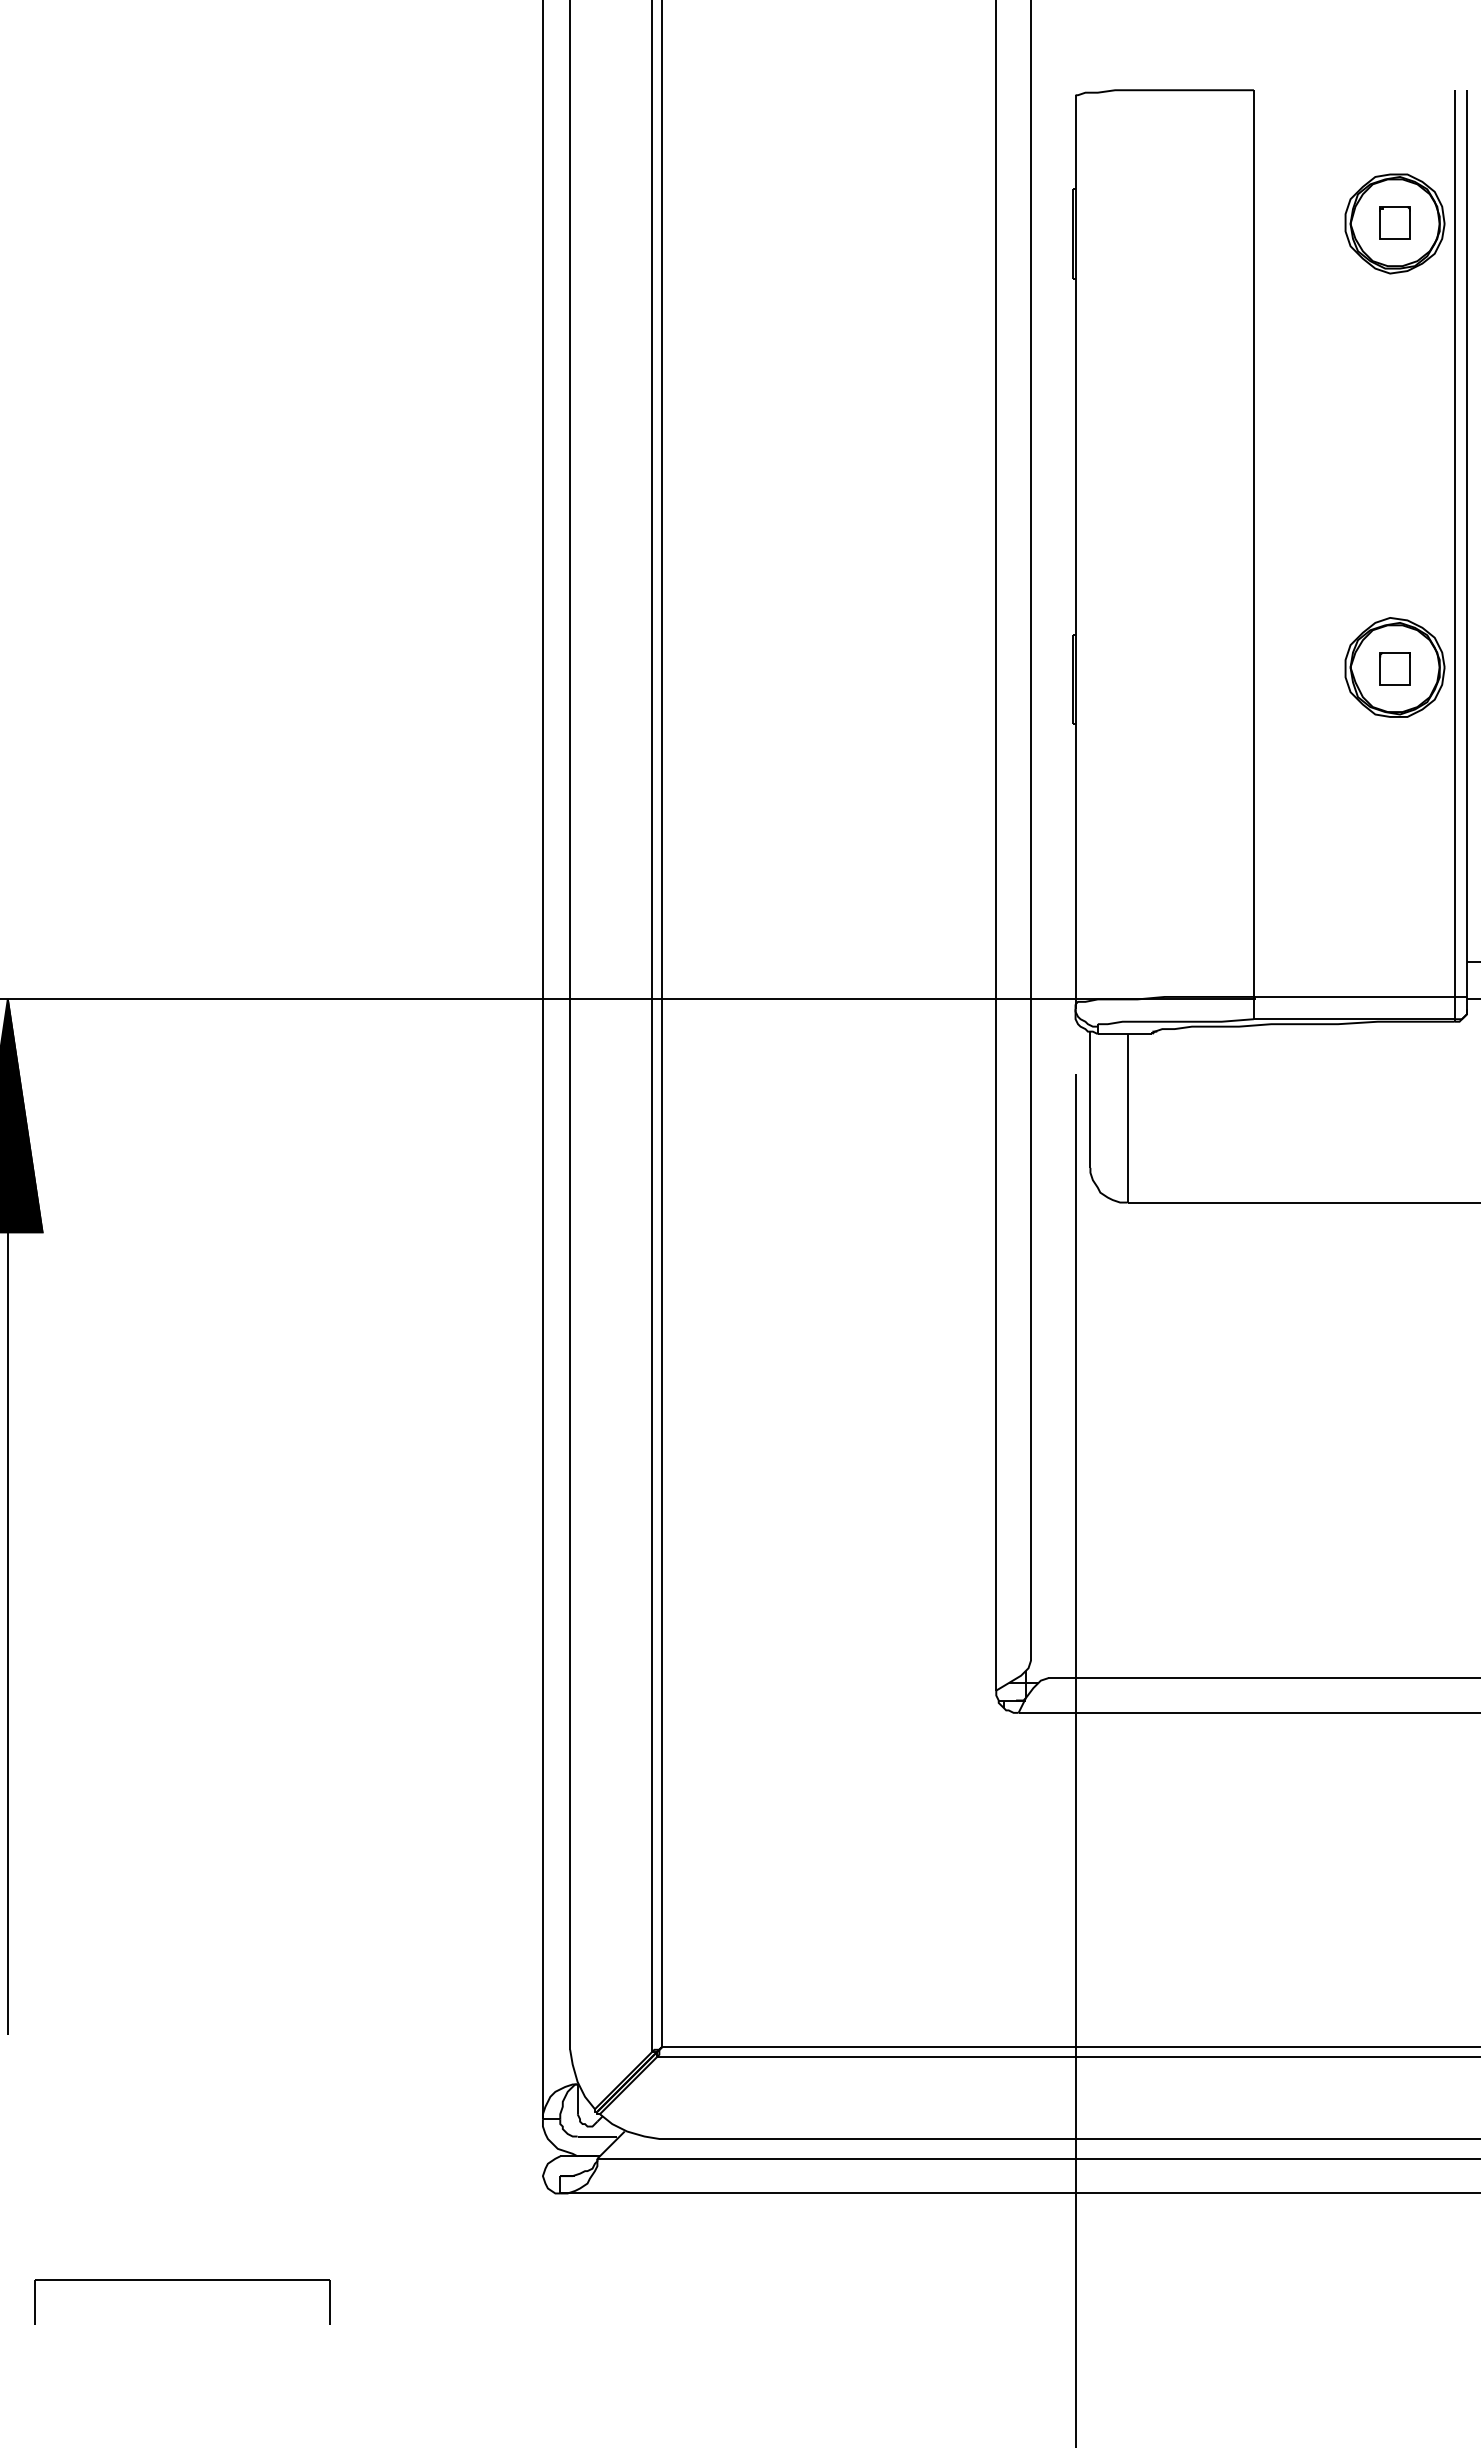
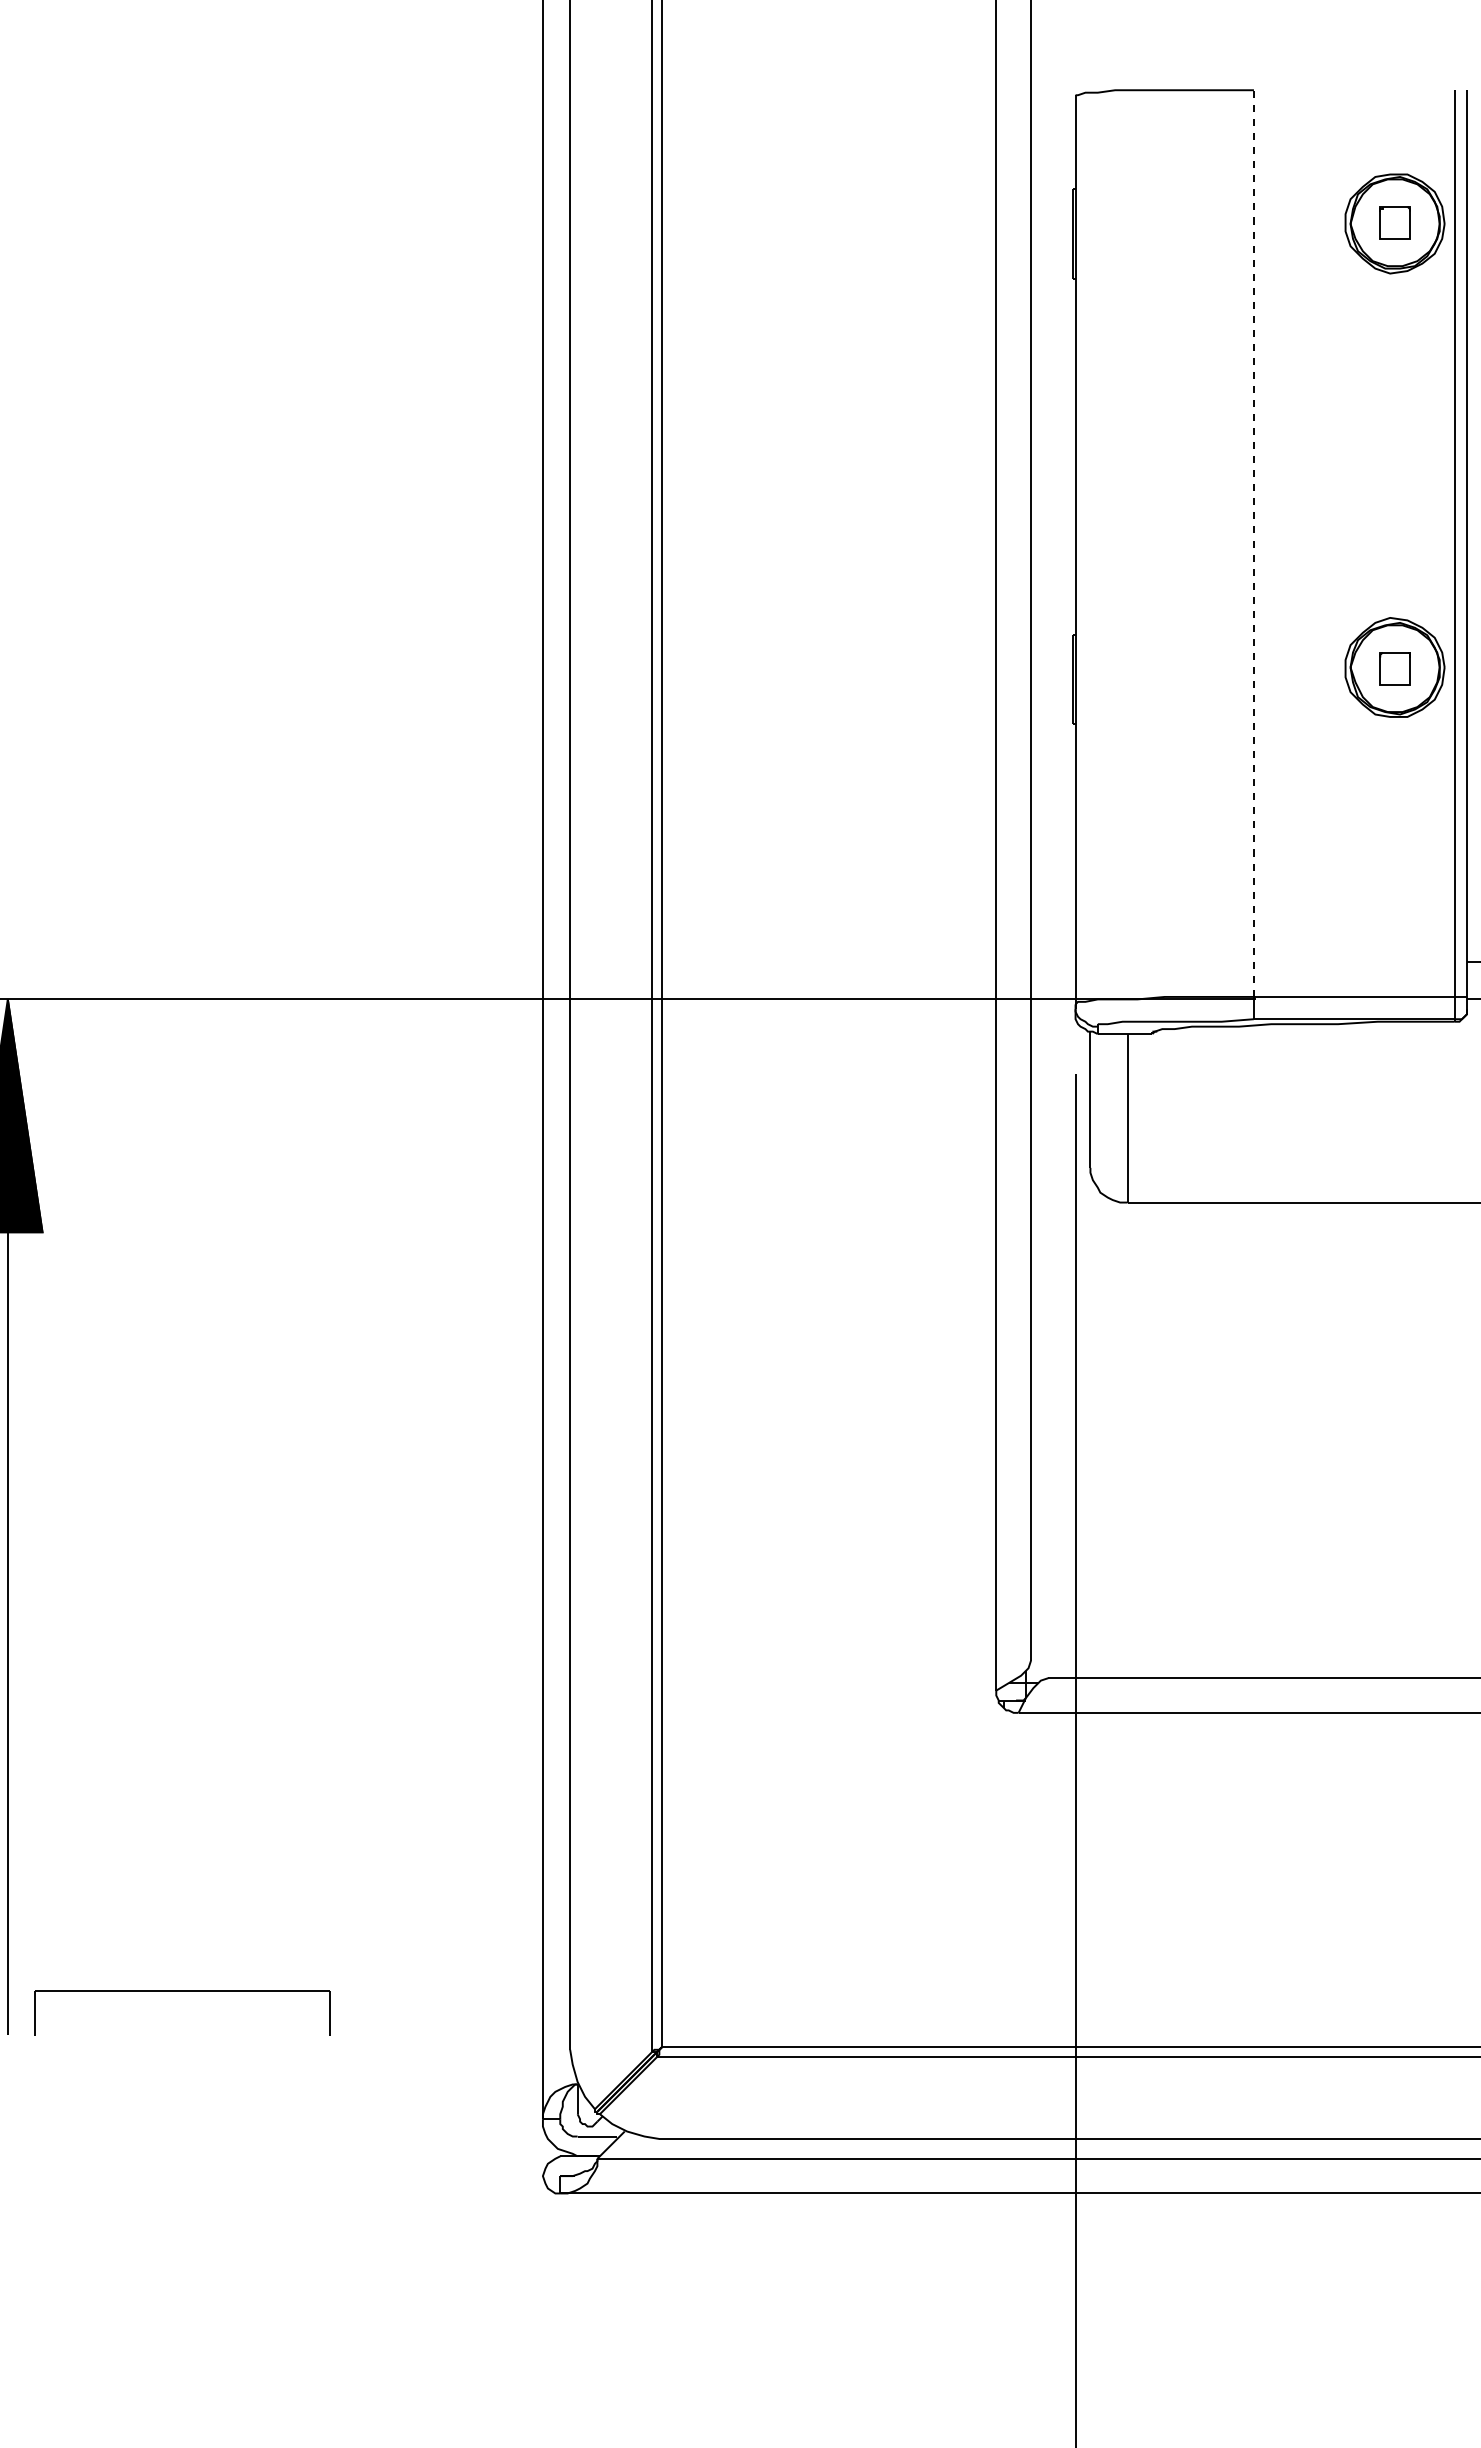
line at (1253, 543): solid -> dashed
part at (182, 2280) position: (182, 2280) -> (182, 1991)
